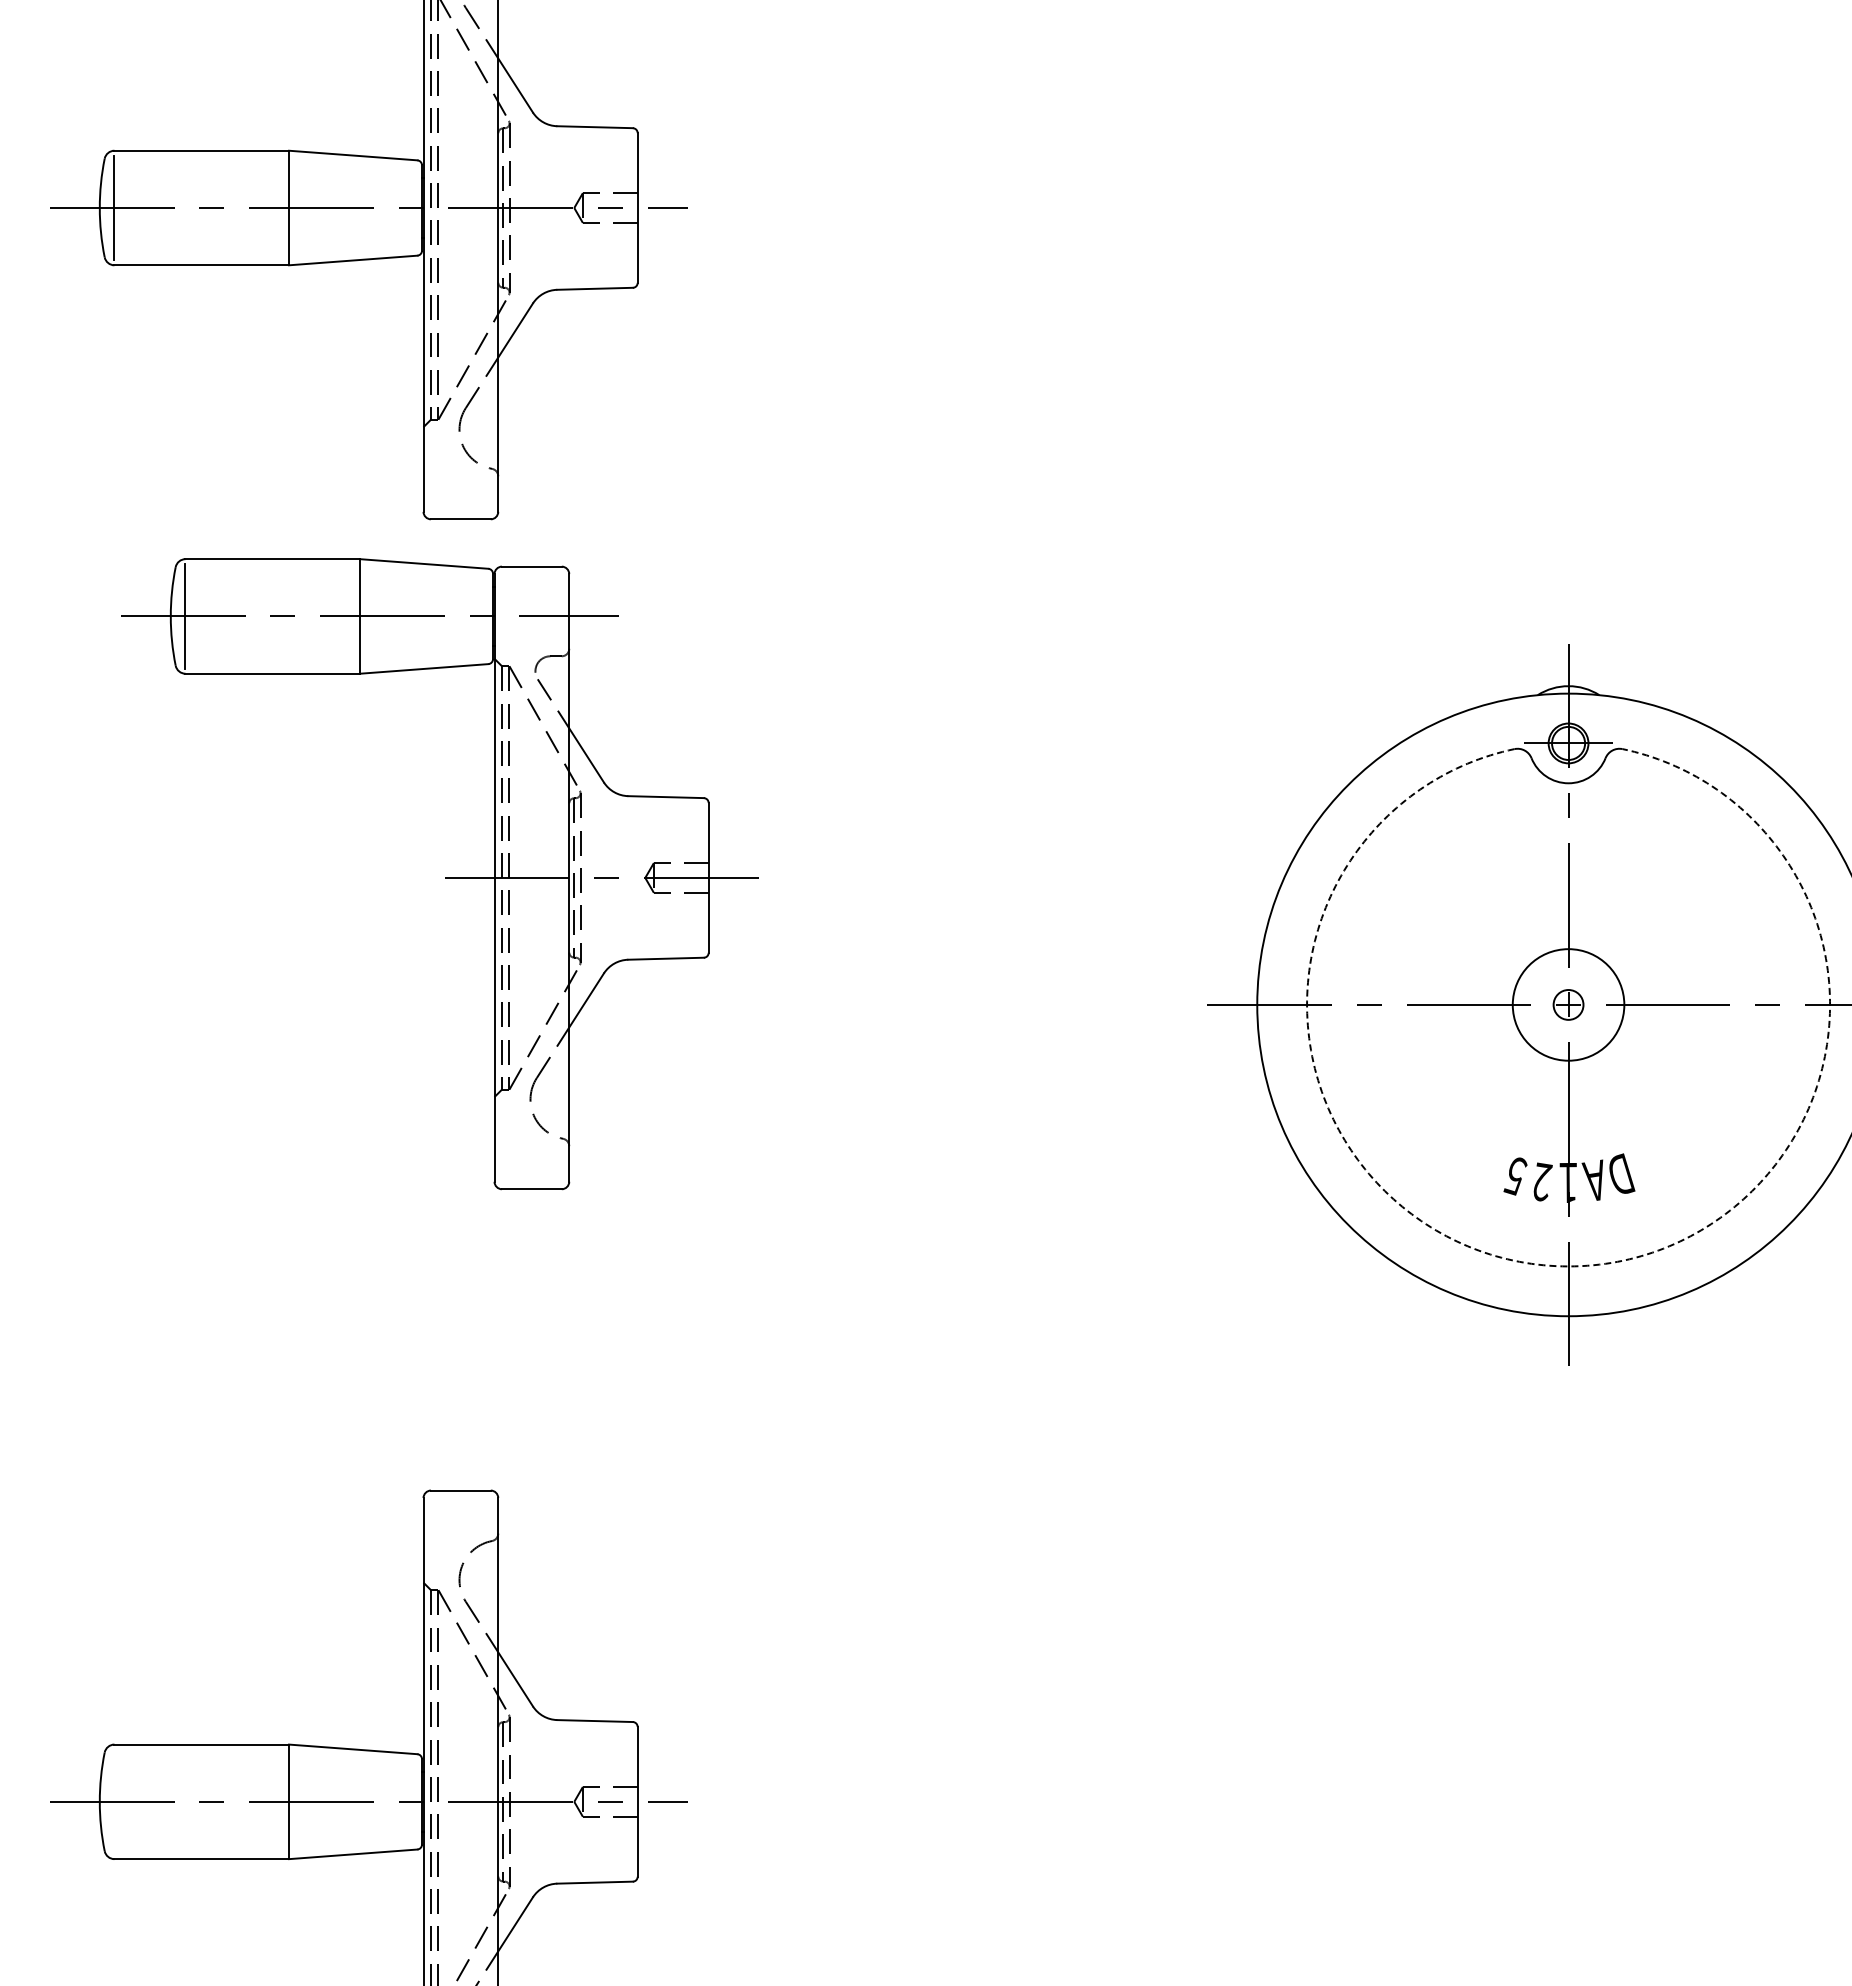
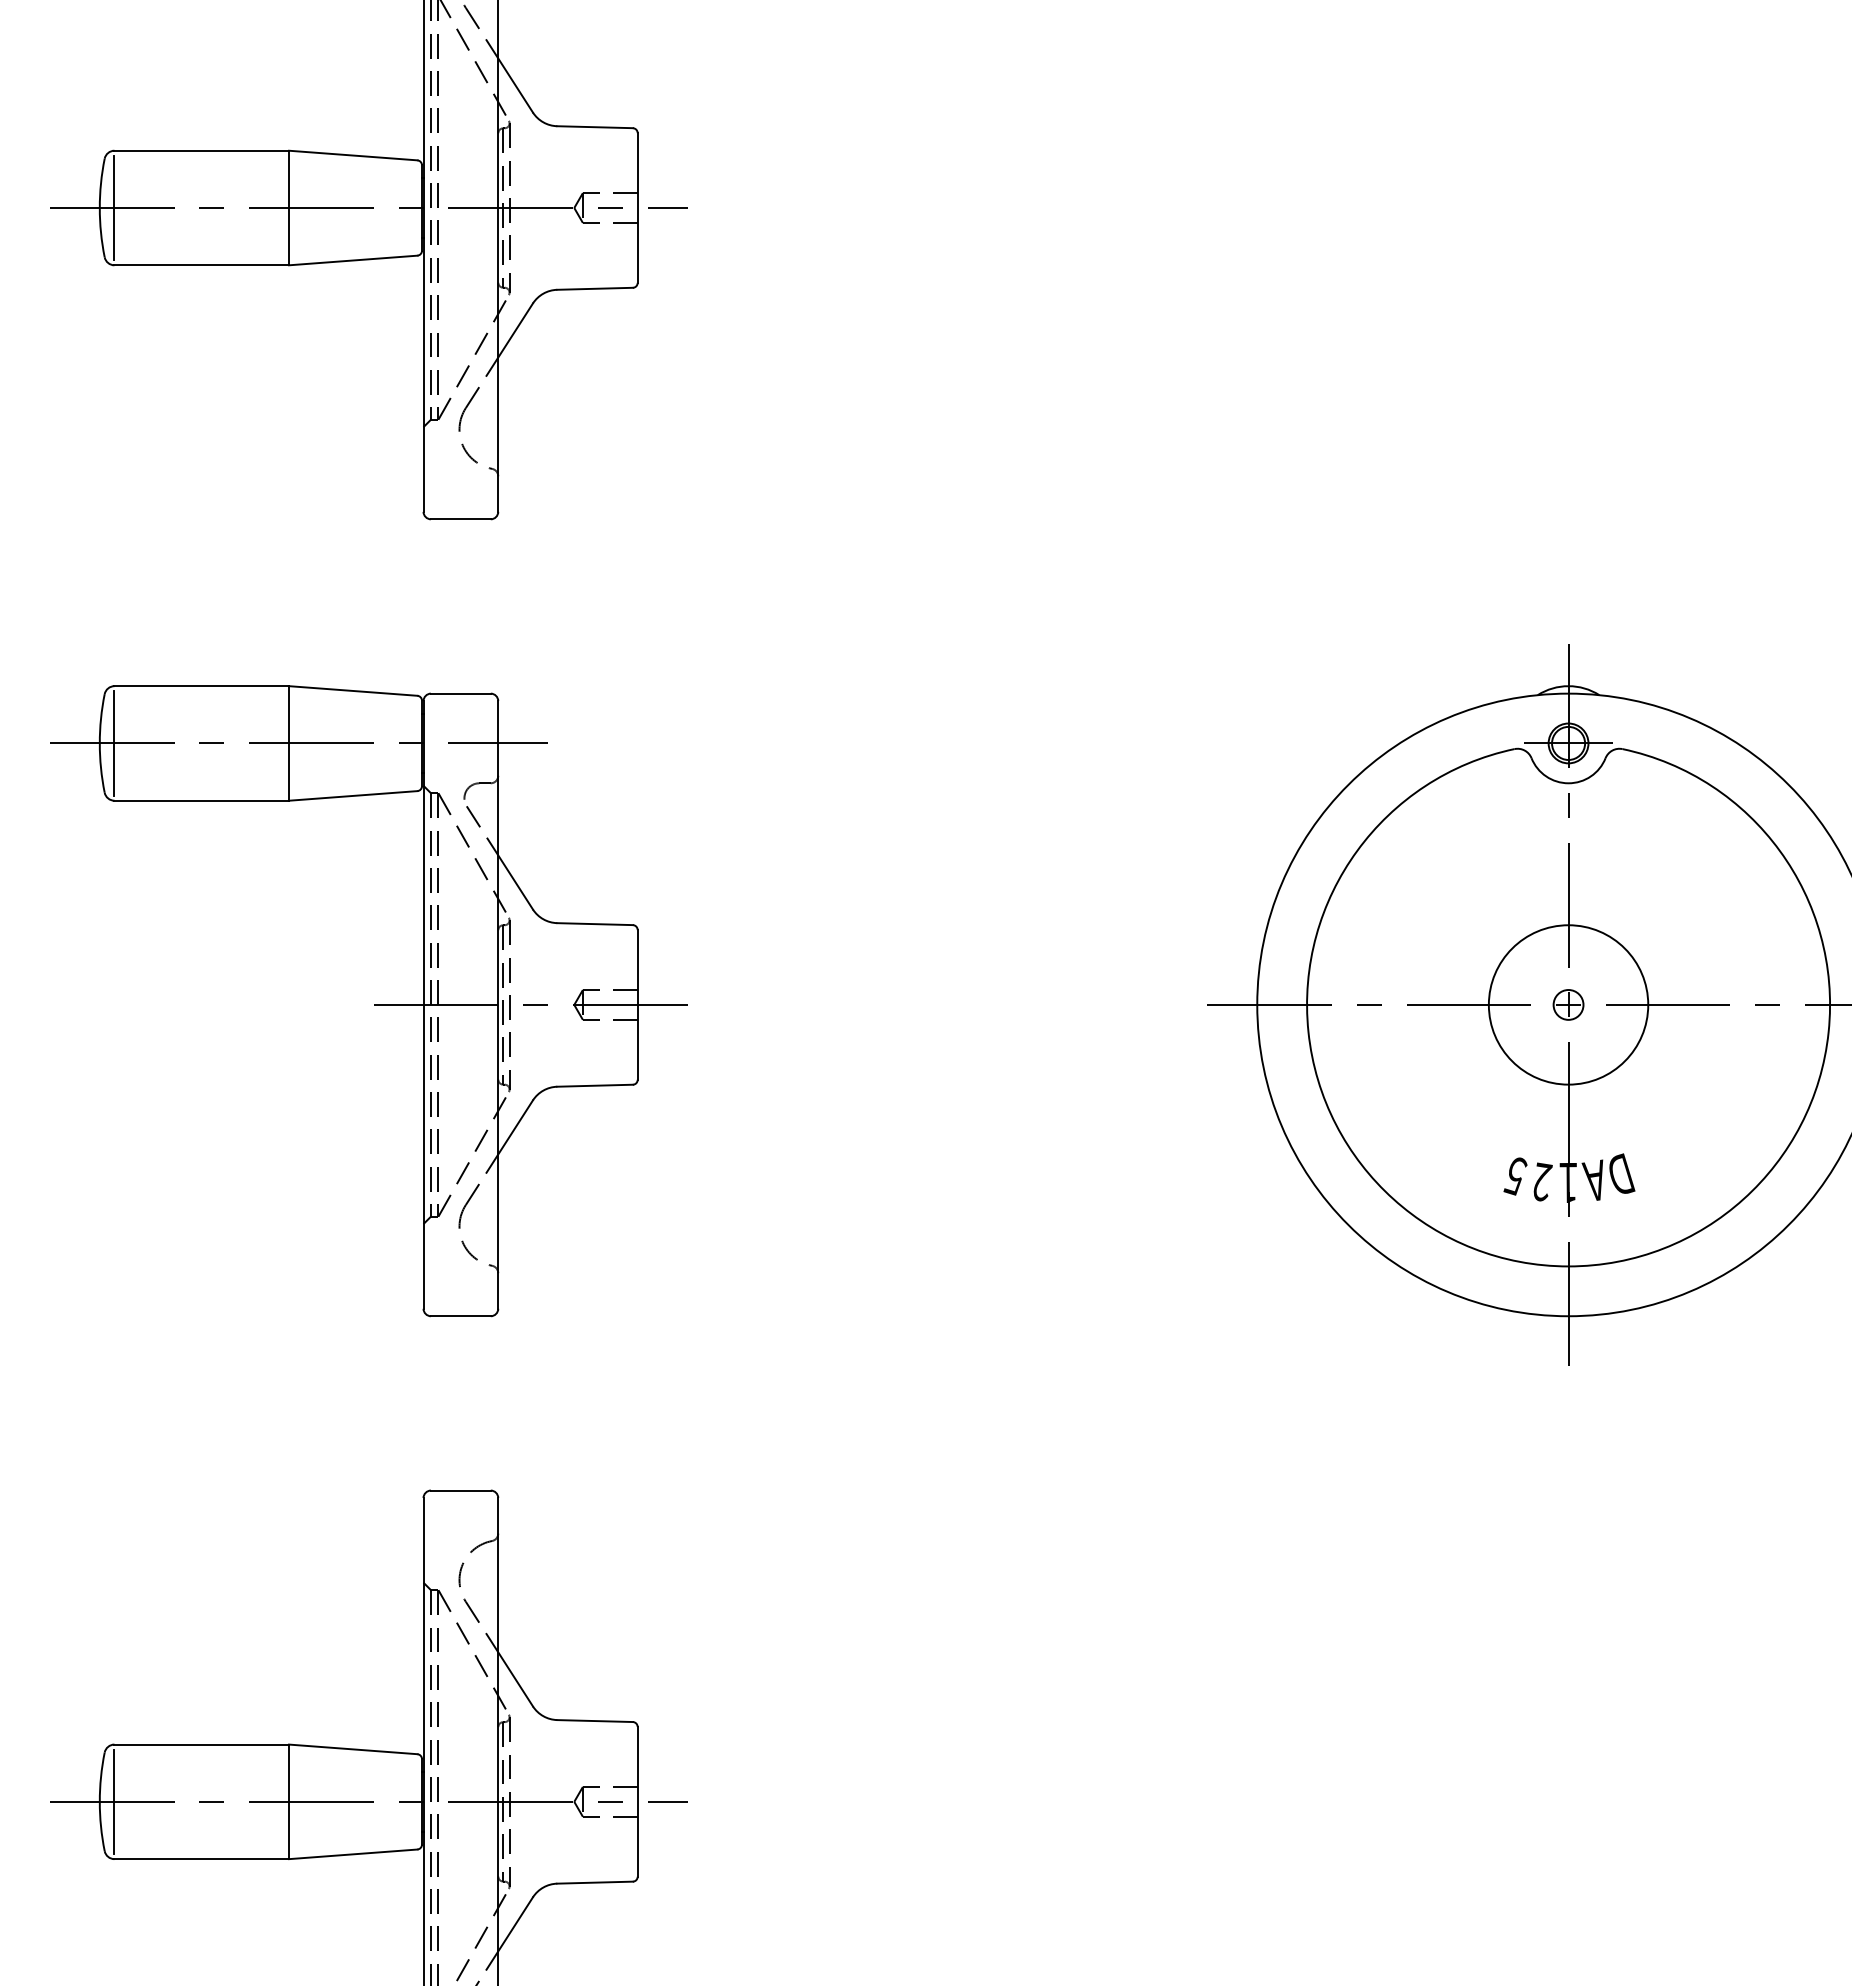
part at (445, 877) position: (445, 877) -> (374, 1004)
circle at (1568, 1004) diameter: 112 px -> 159 px
arc at (1568, 1266): dashed -> solid
line at (114, 1801): none -> present
